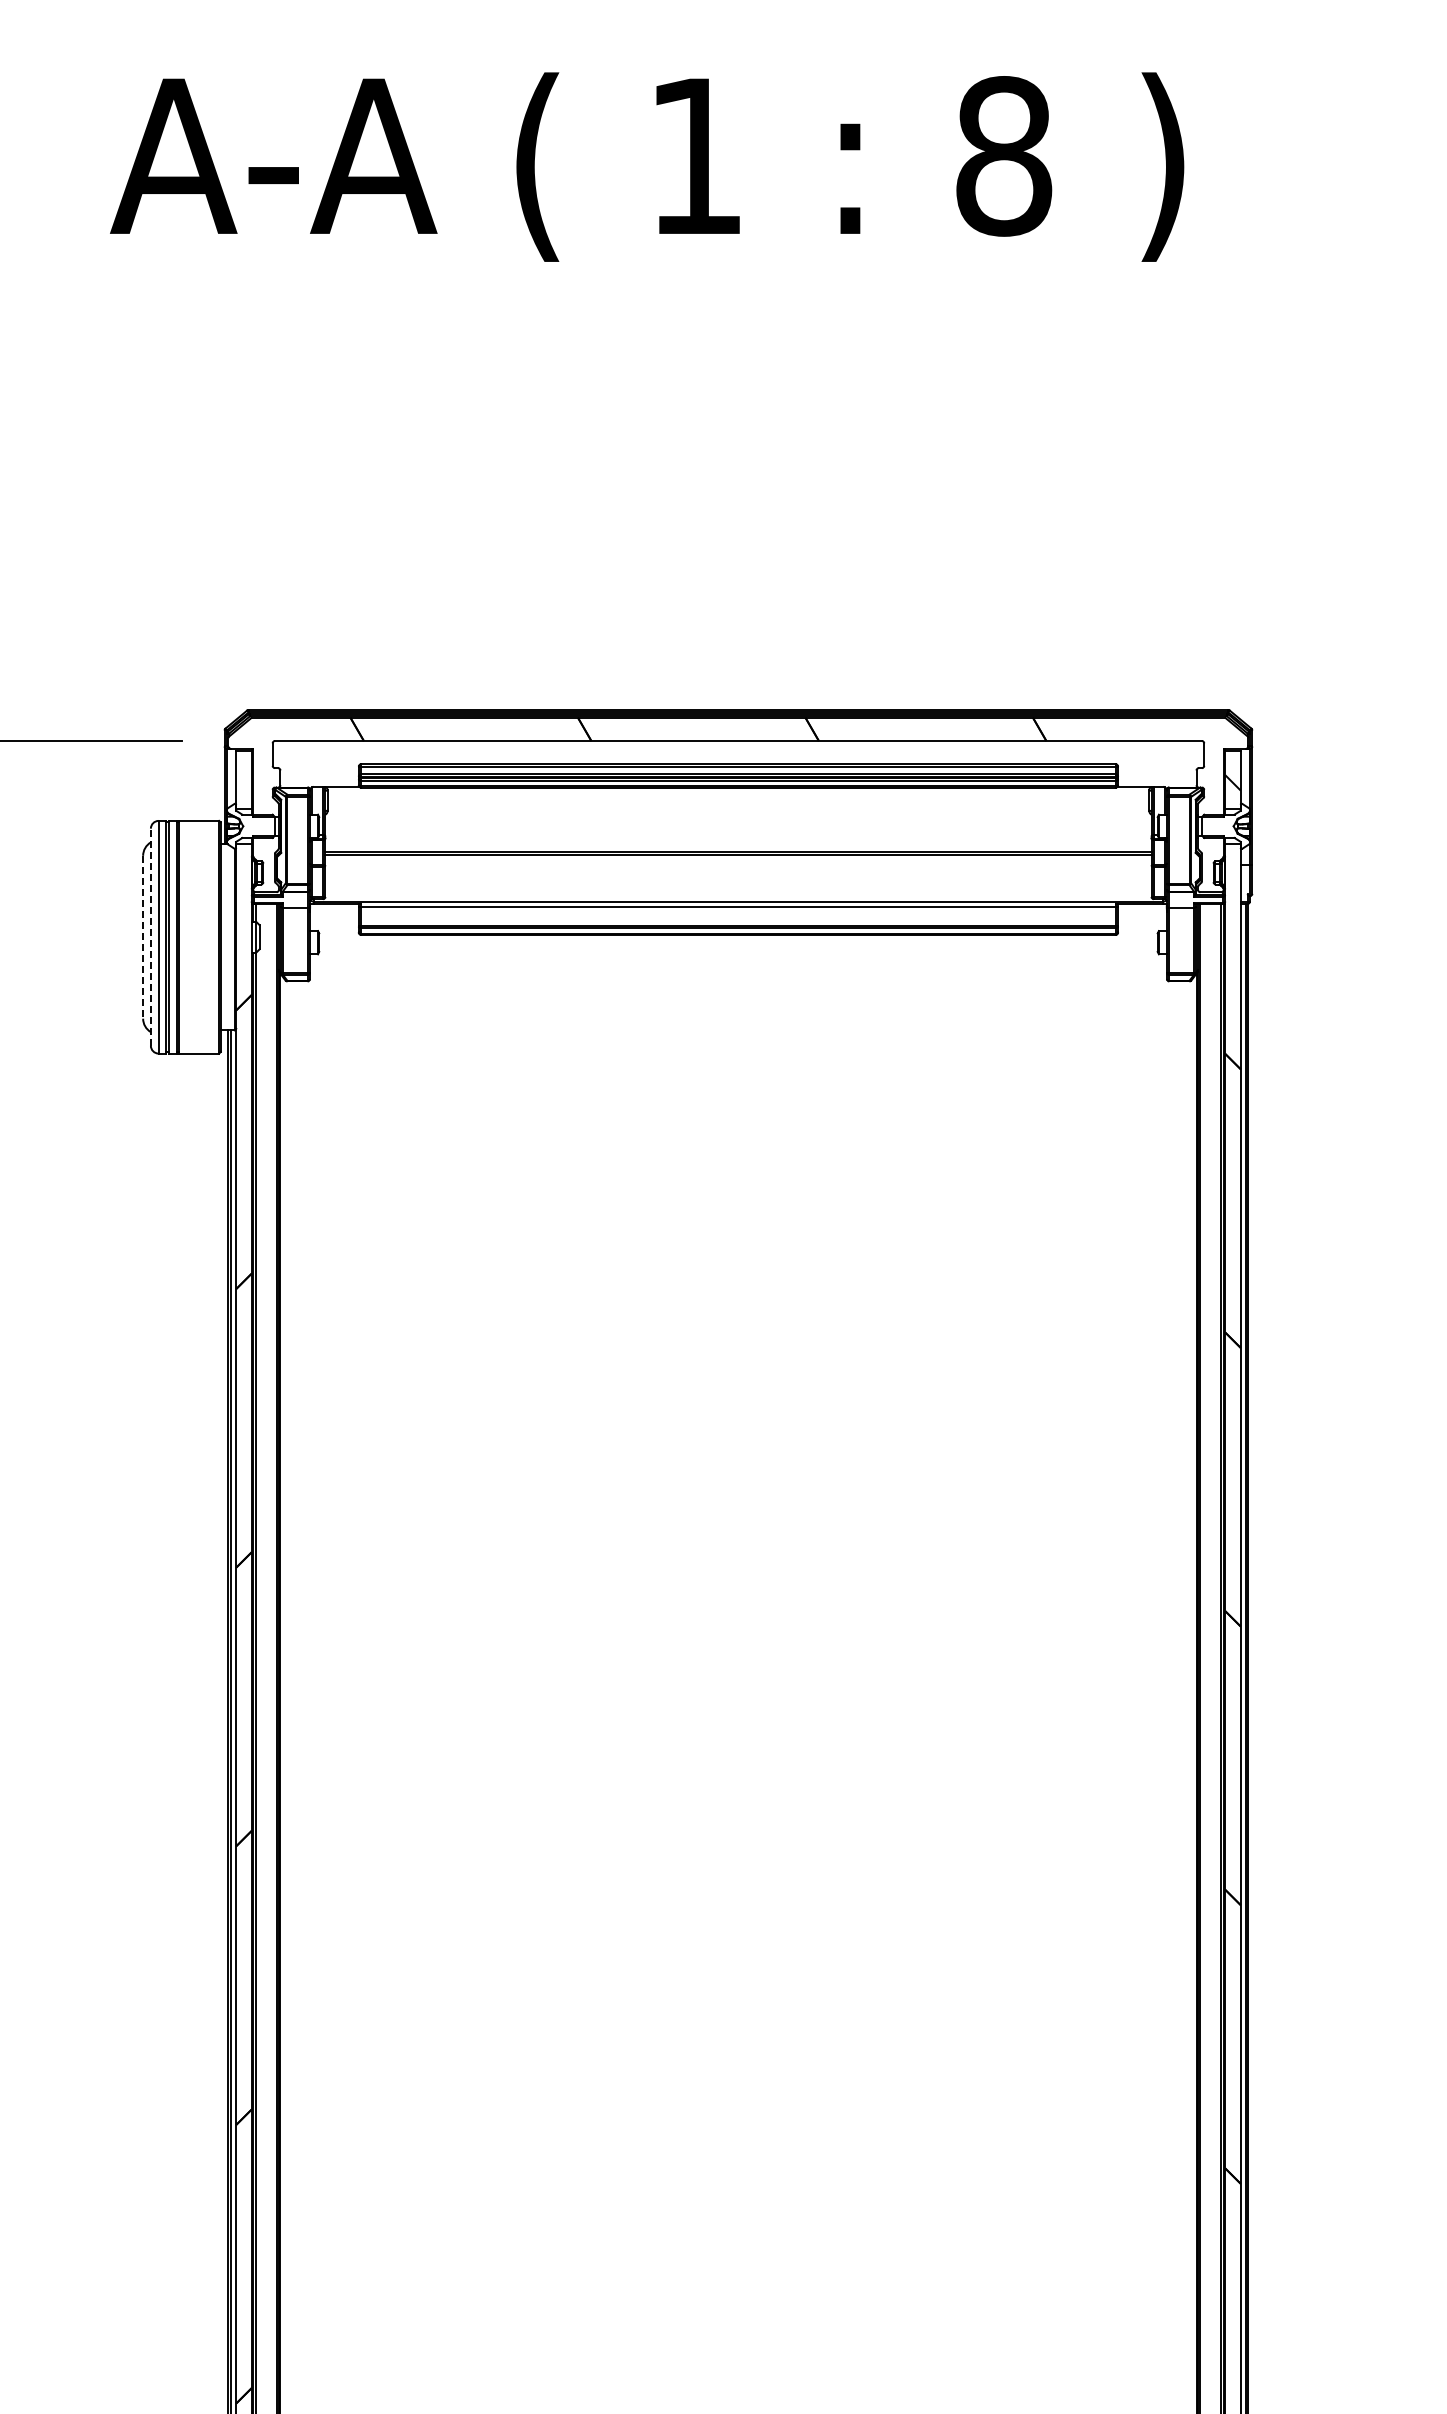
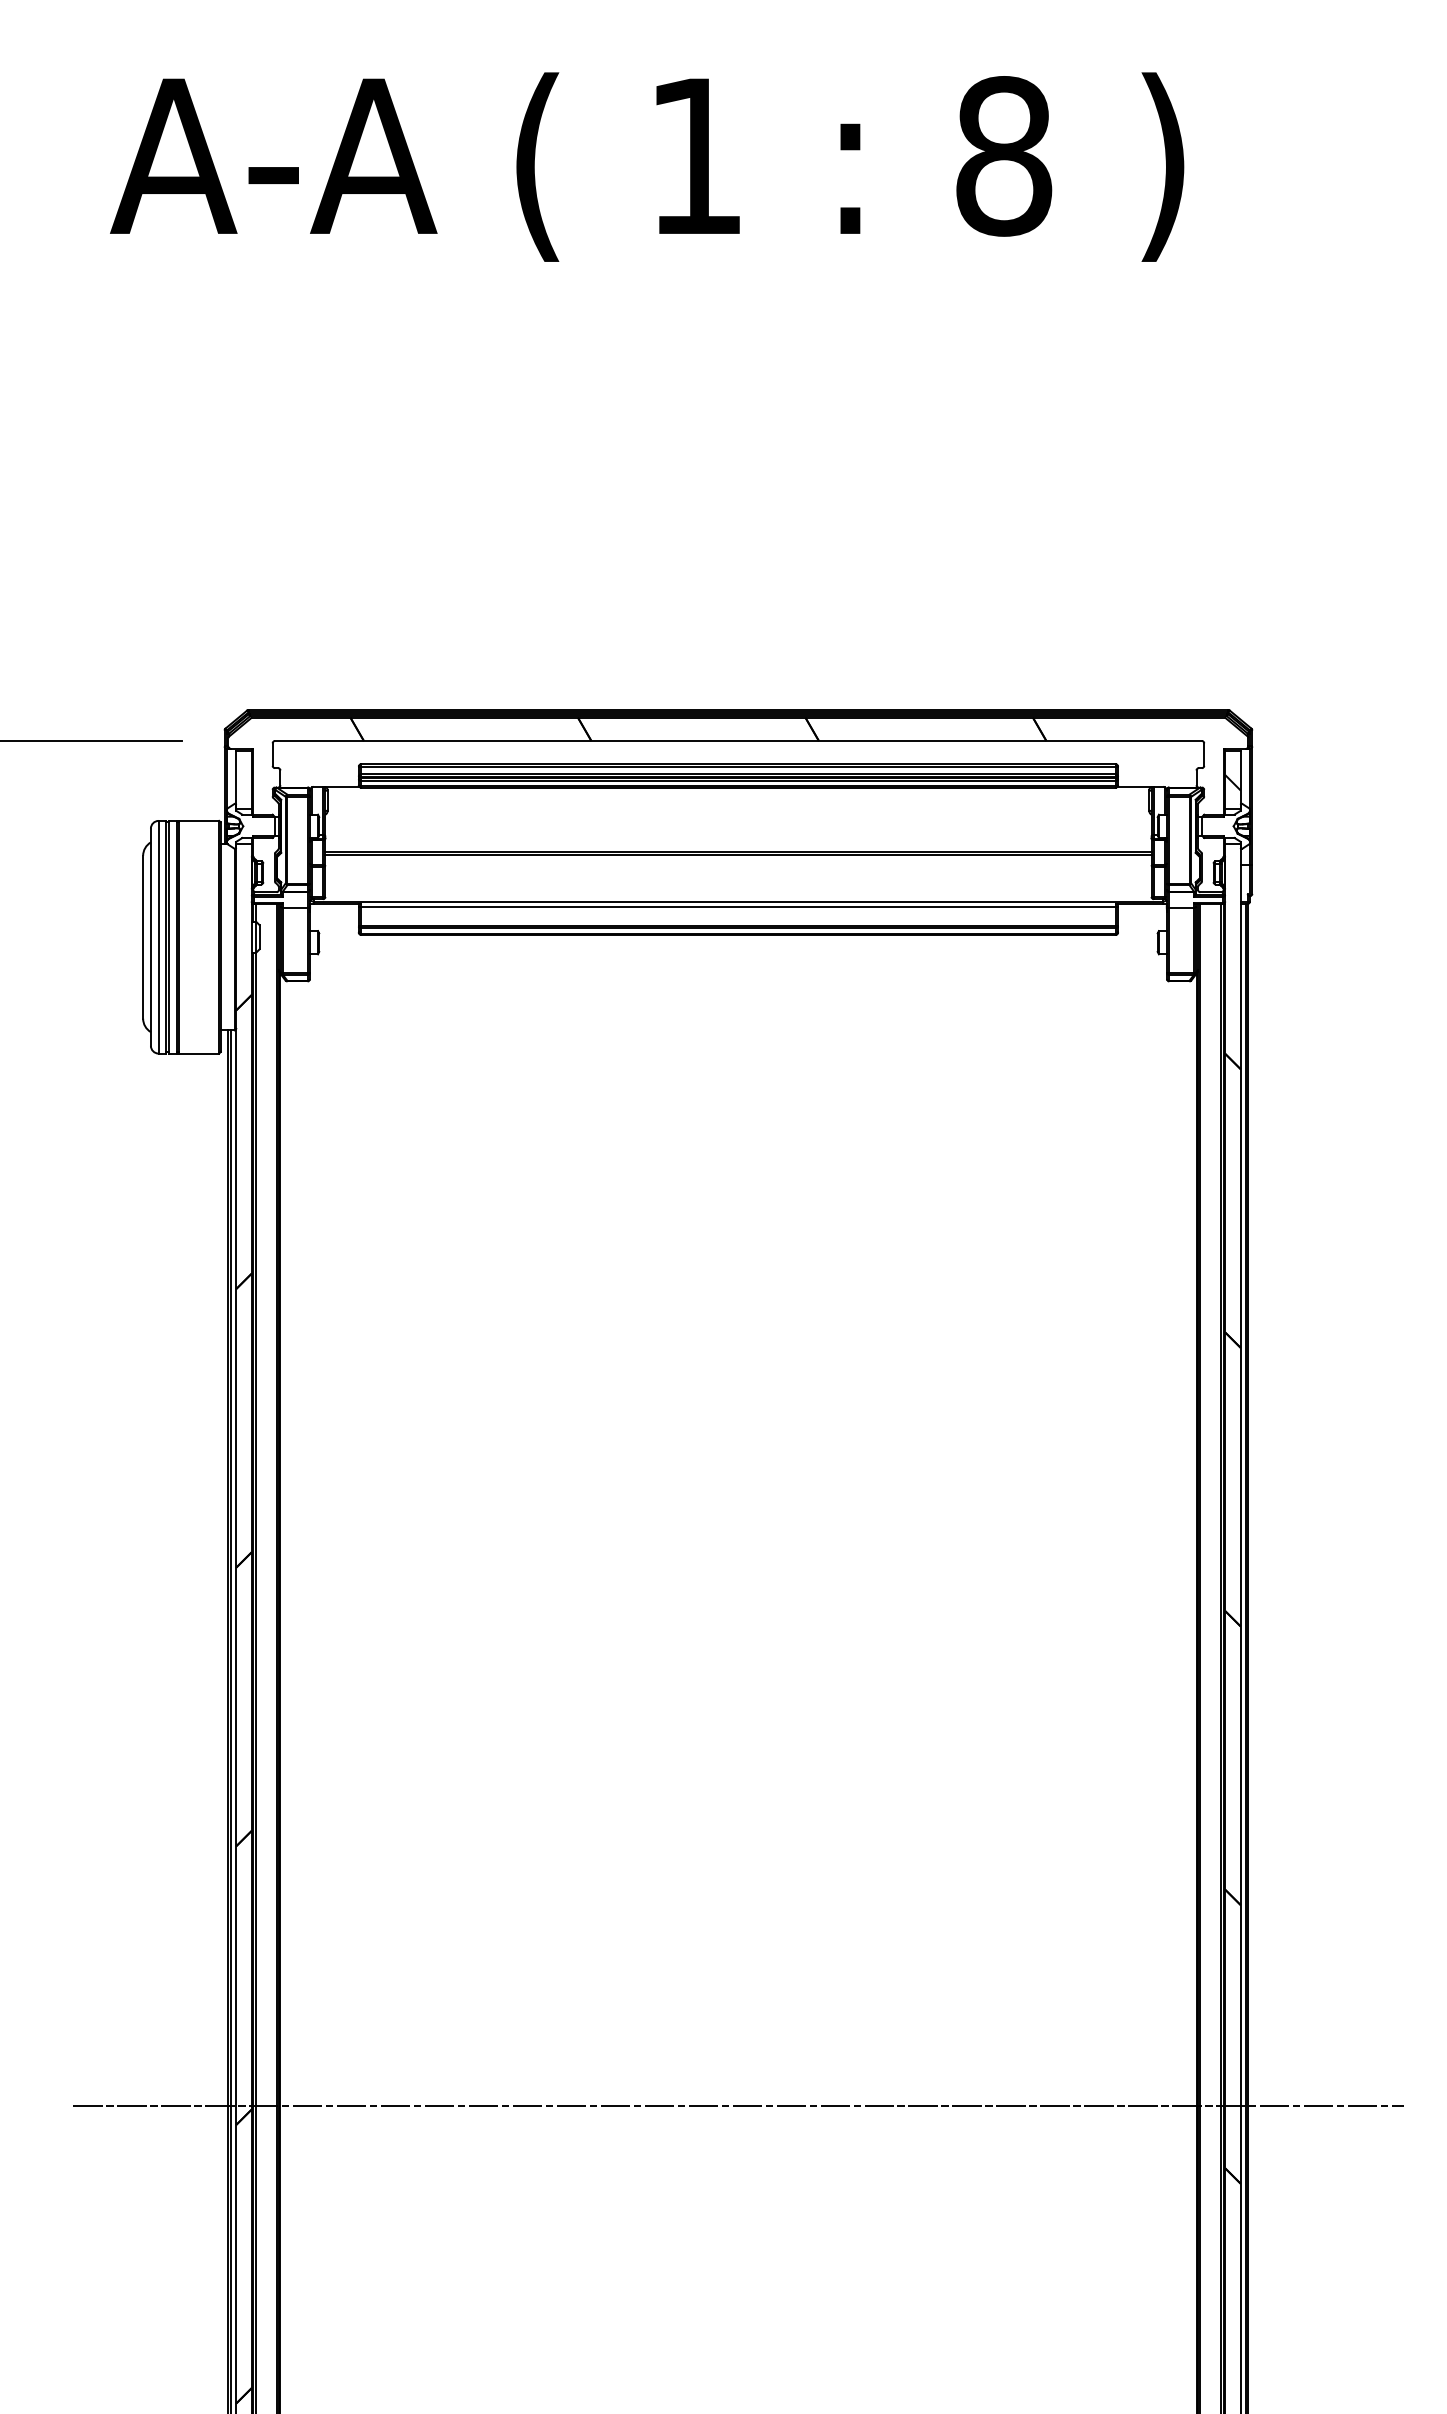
line at (143, 937): dashed -> solid
line at (150, 937): dashed -> solid
line at (738, 2106): none -> present
